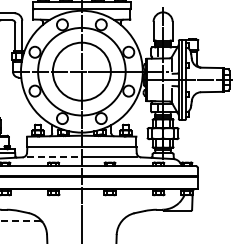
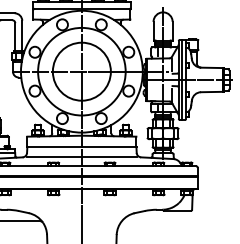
line at (54, 157): dashed -> solid
line at (20, 221): dashed -> solid
